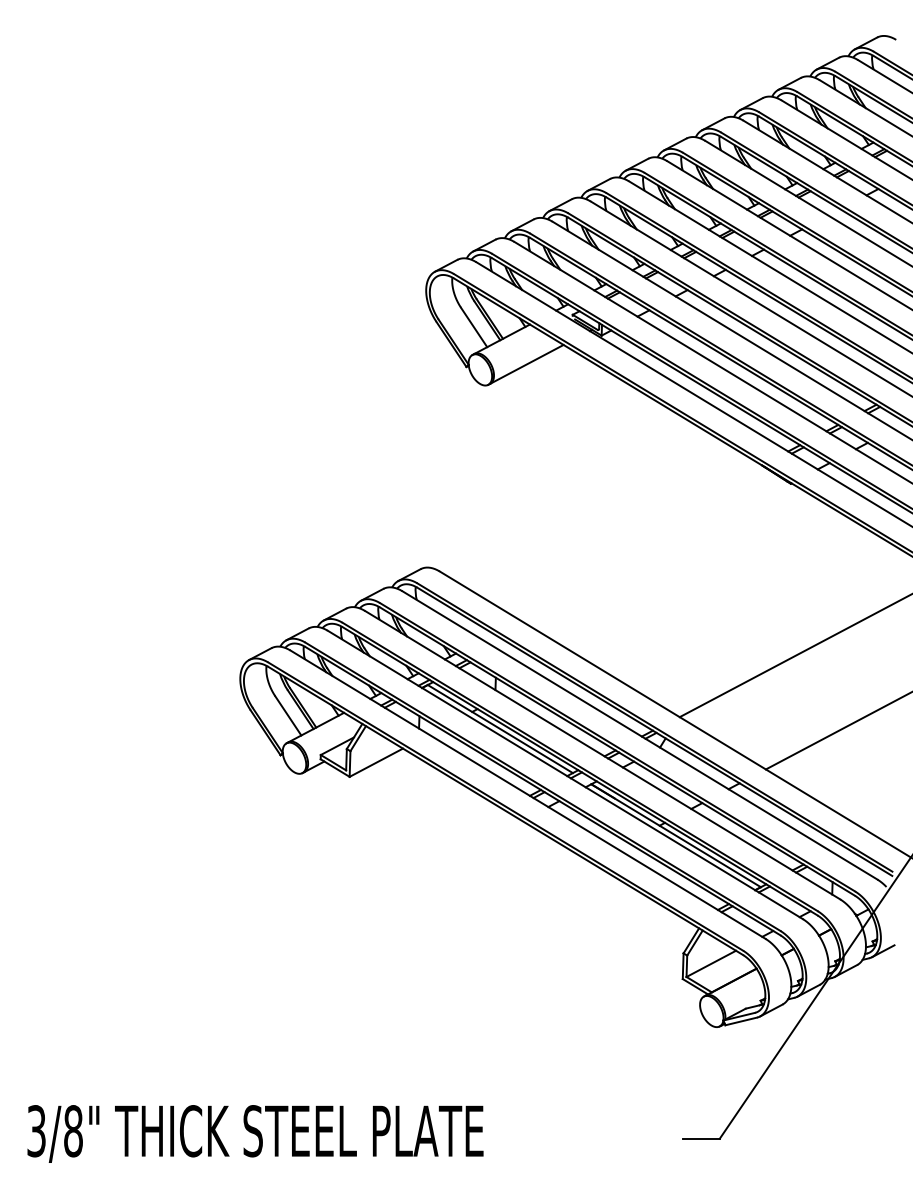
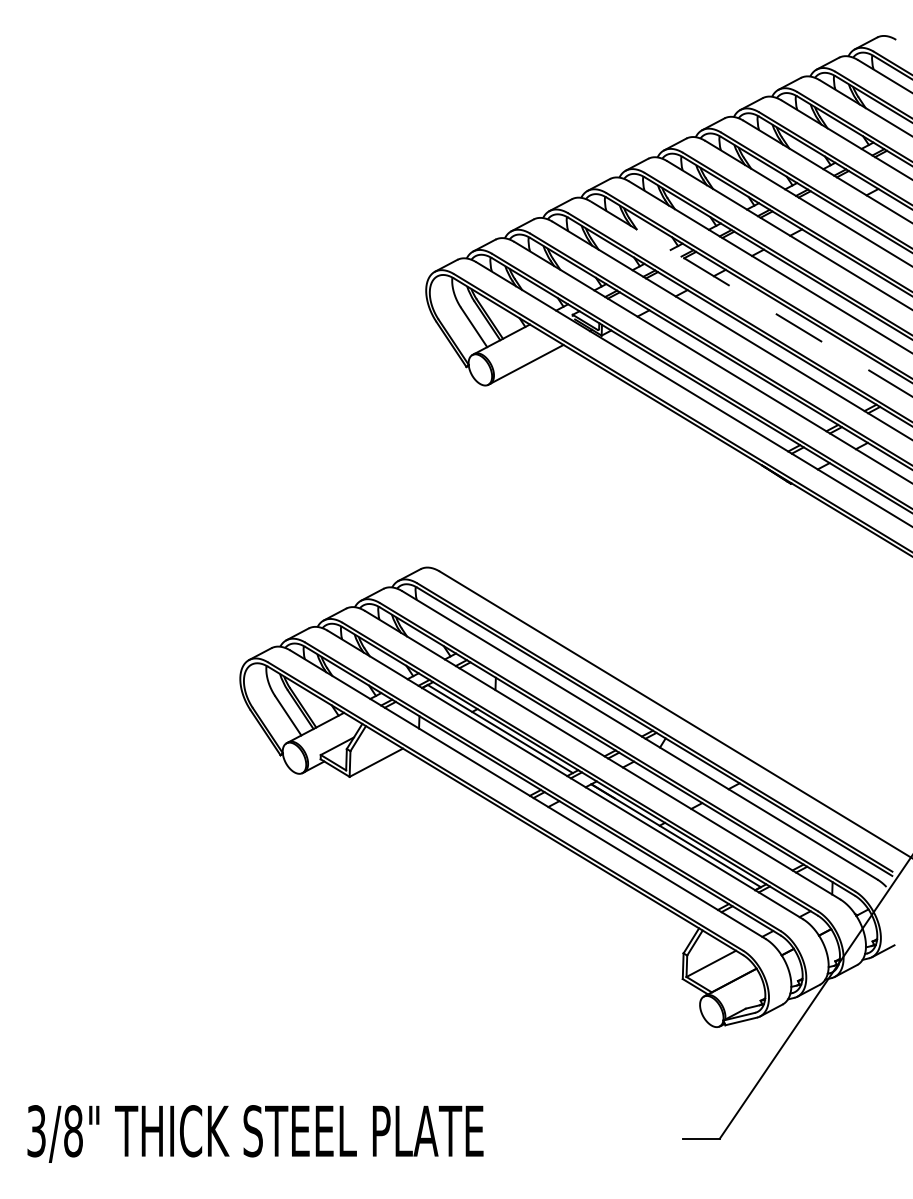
line at (752, 299): solid -> dashed
line at (794, 656): present -> none
line at (837, 731): present -> none
